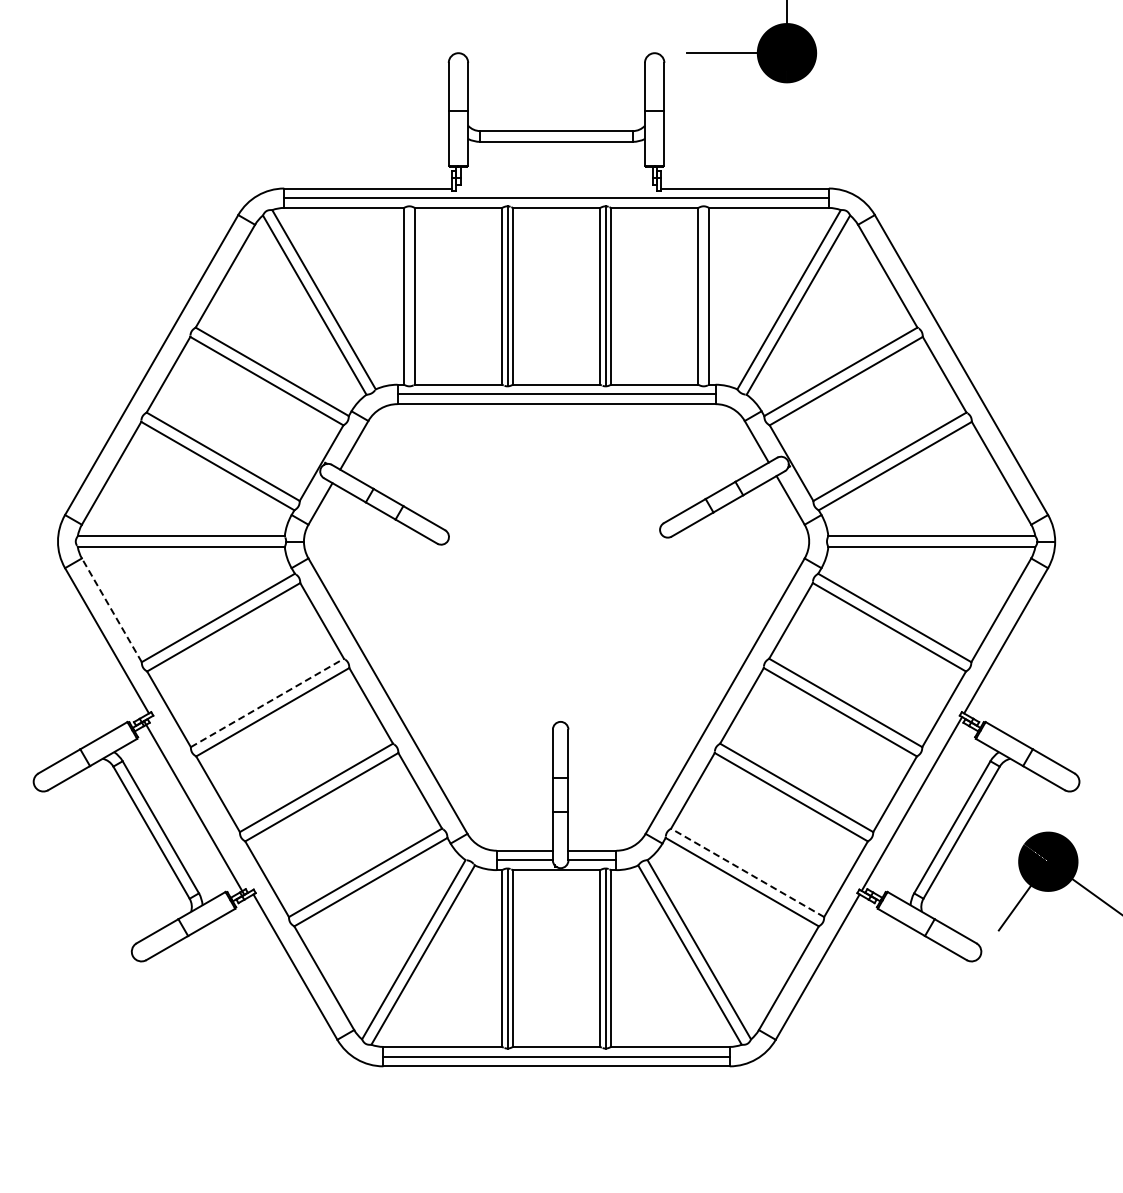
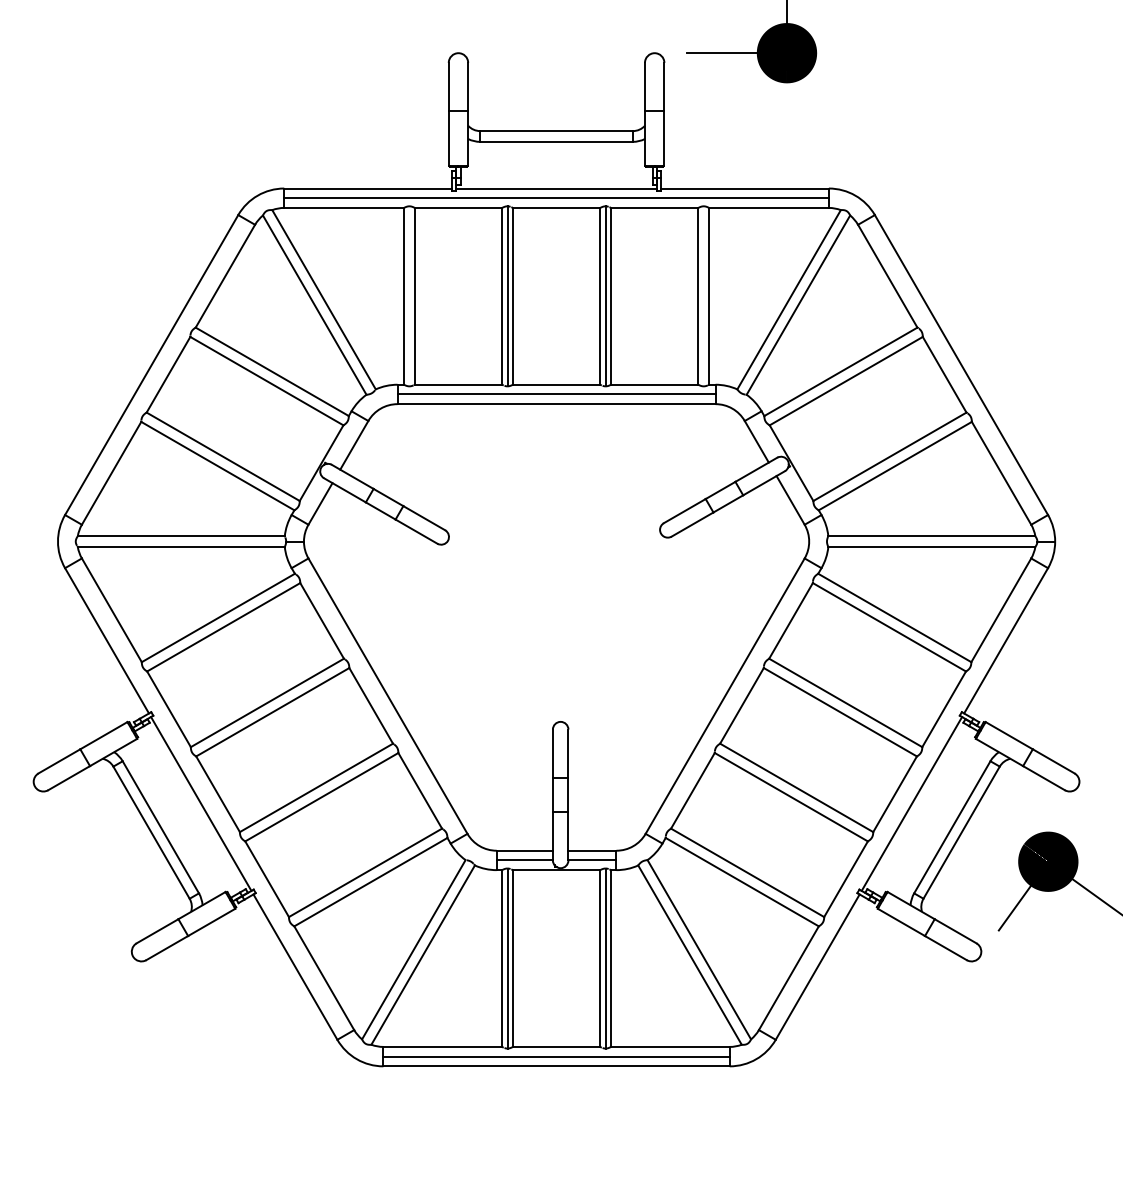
line at (556, 188): none -> present
line at (111, 610): dashed -> solid
line at (267, 702): dashed -> solid
line at (194, 807) position: (194, 807) -> (201, 803)
line at (747, 872): dashed -> solid
